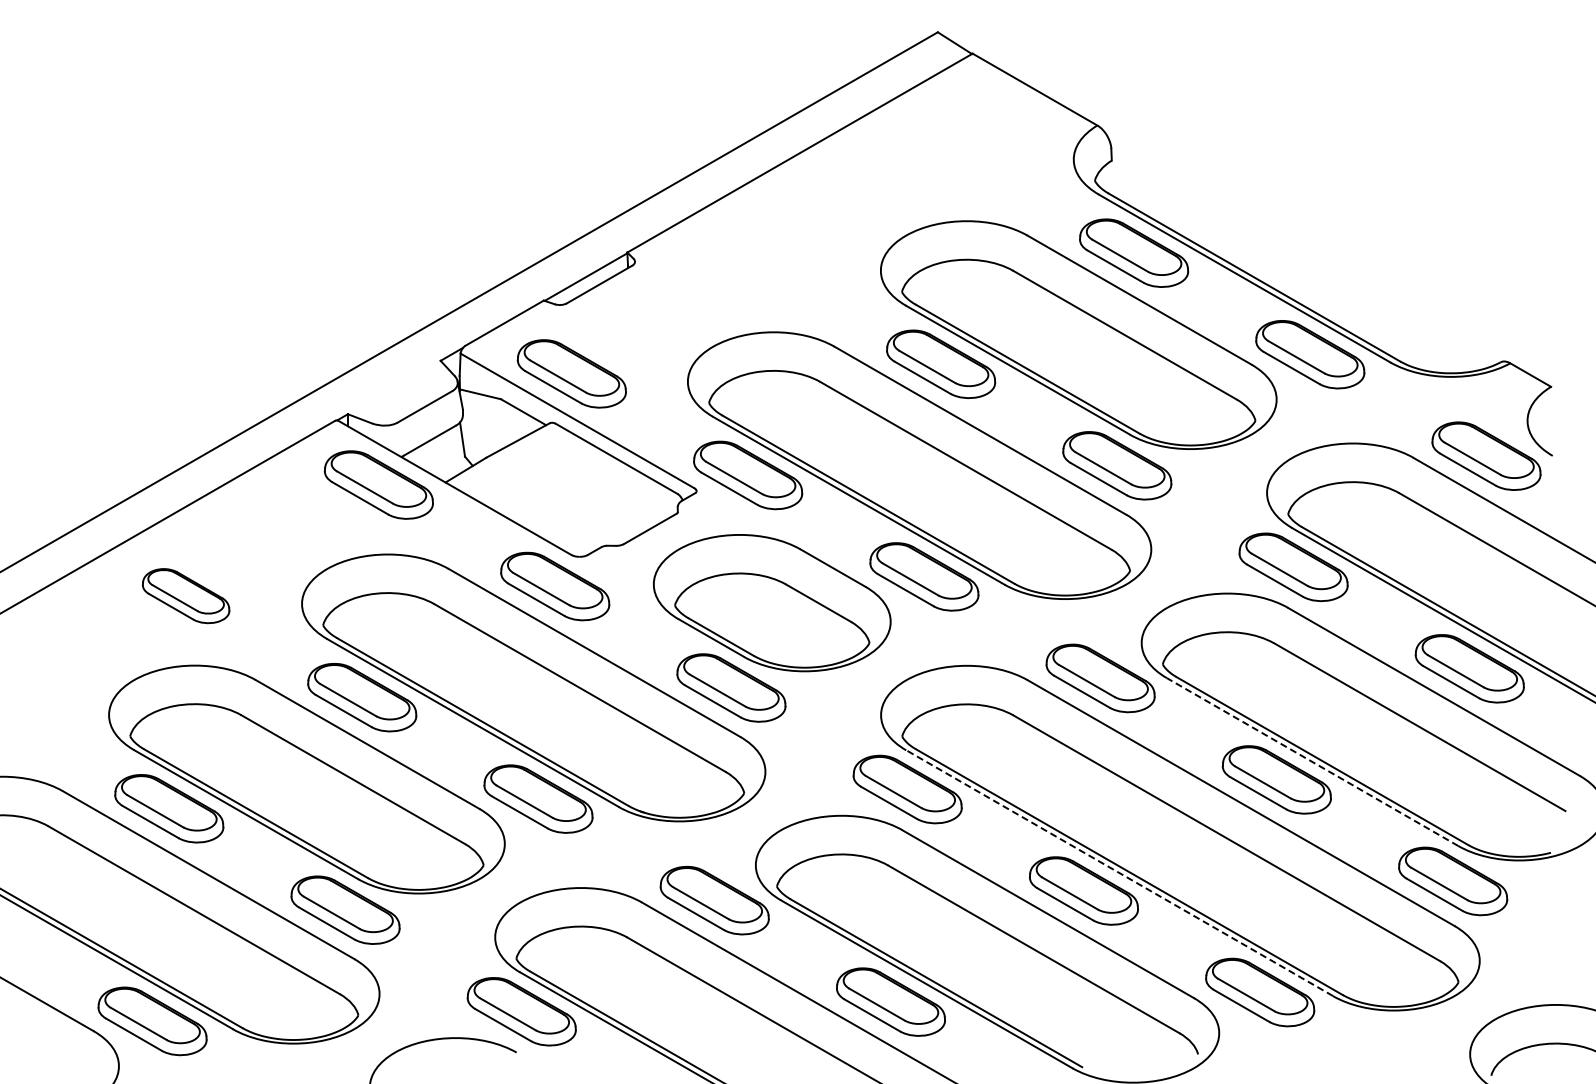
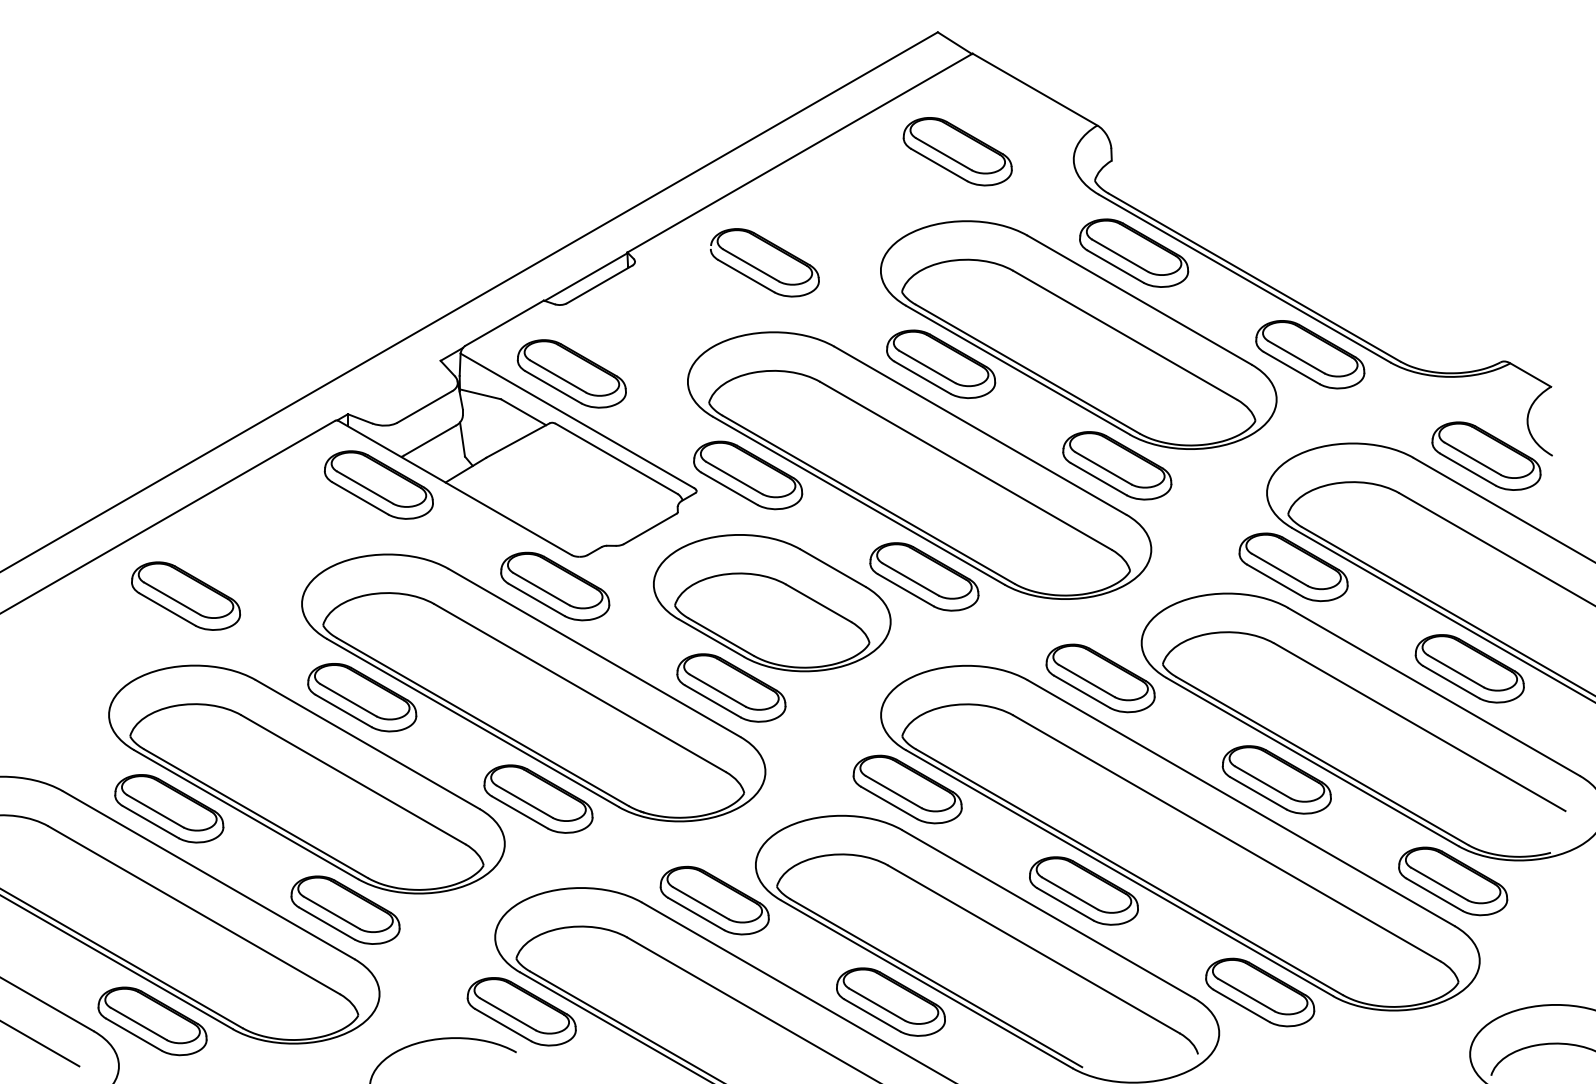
part at (957, 151): none -> present
part at (764, 262): none -> present
part at (185, 596) size: 90x57 px -> 111x70 px
line at (1312, 761): dashed -> solid
line at (1119, 872): dashed -> solid
line at (40, 1043): none -> present
